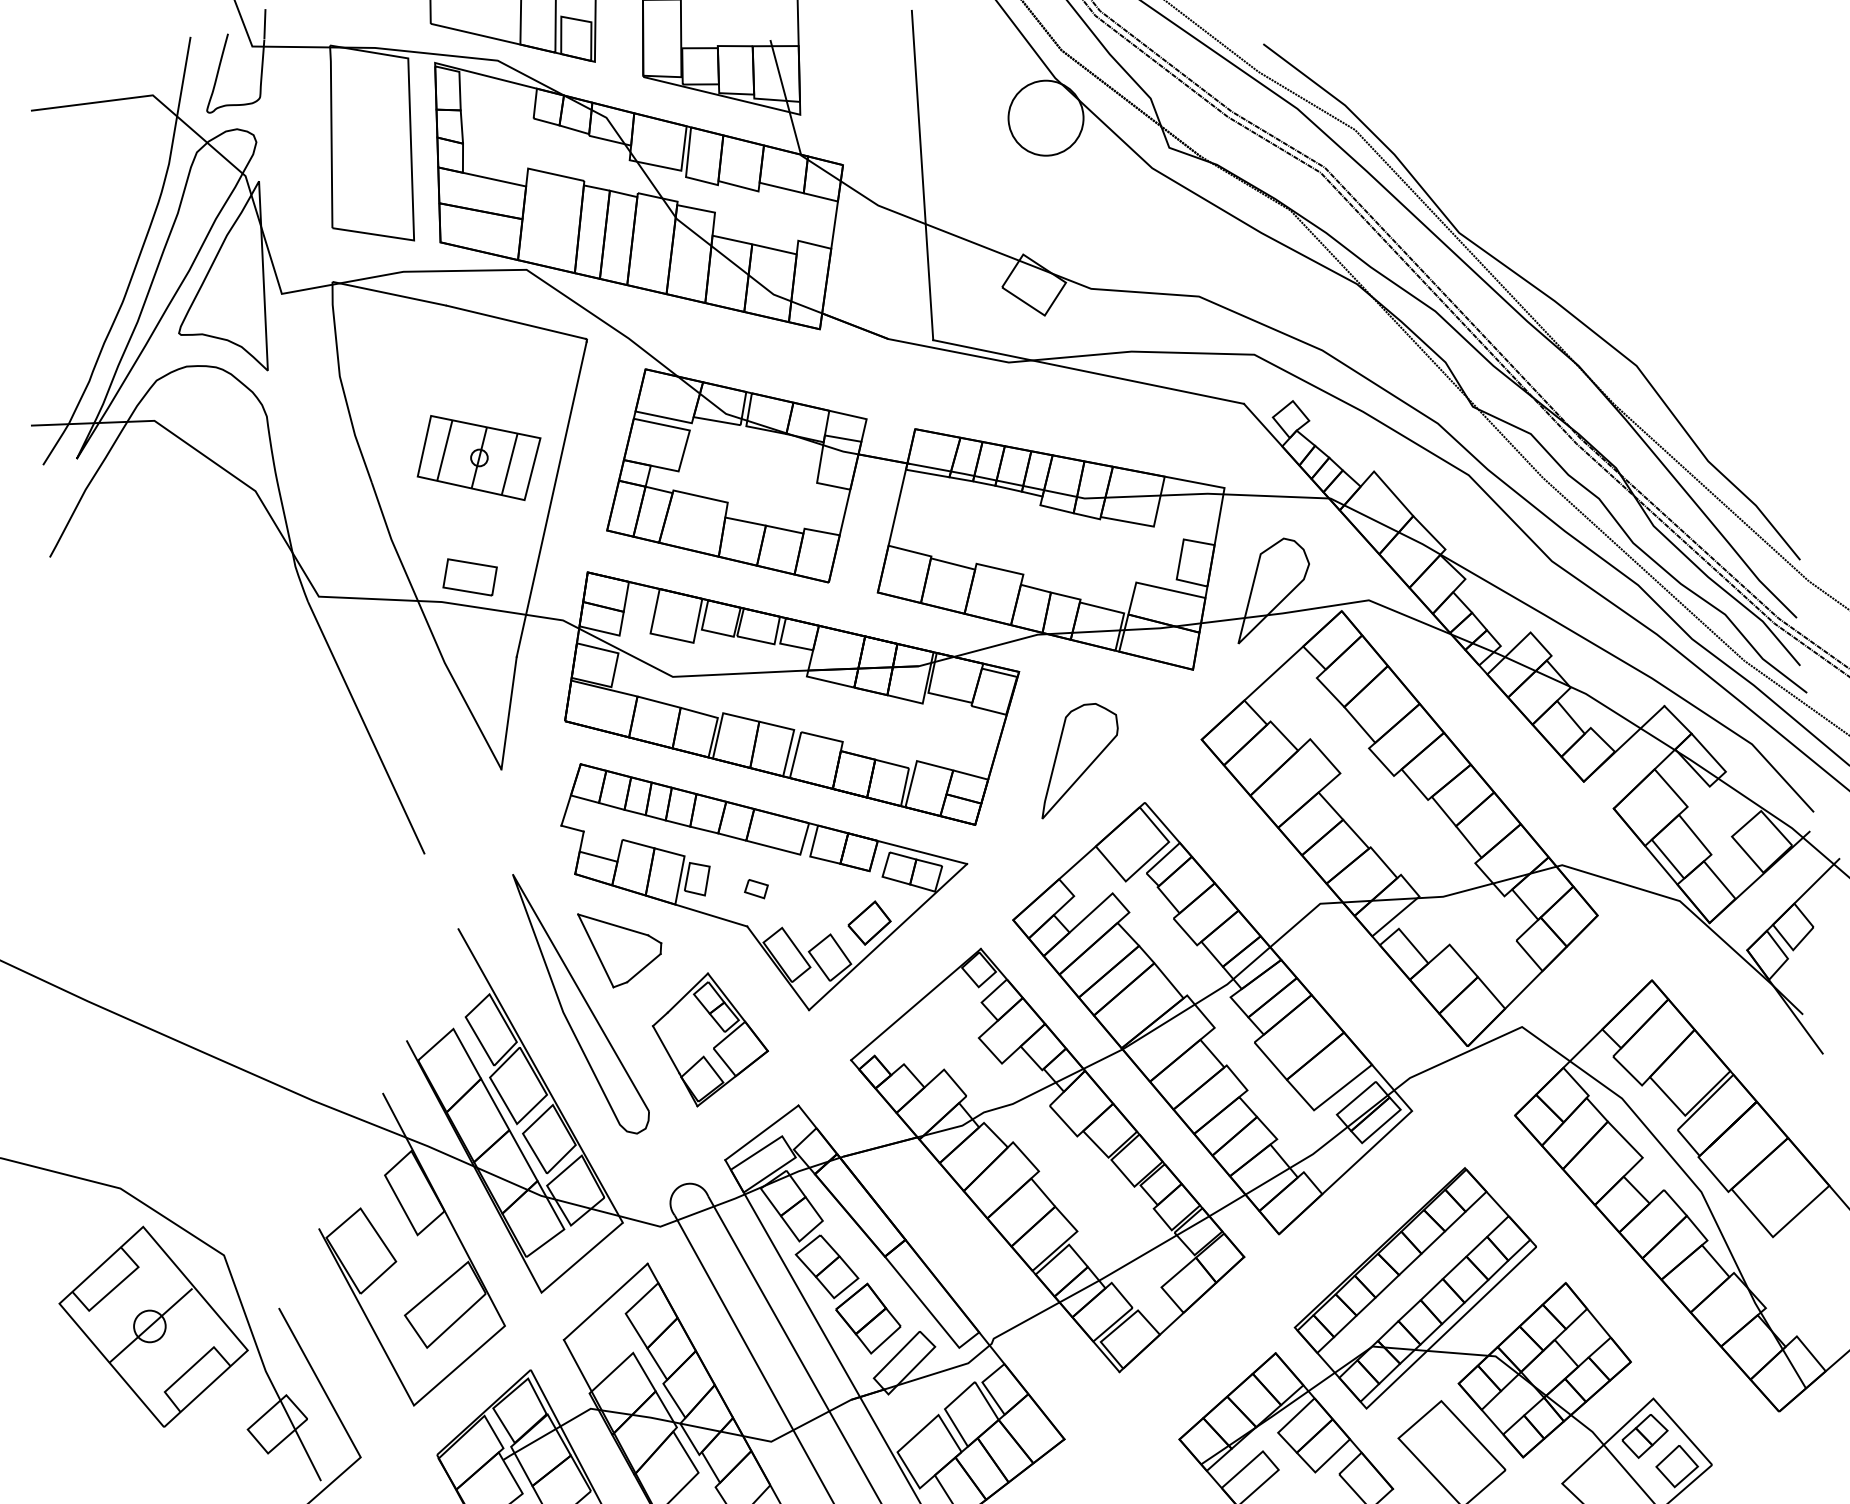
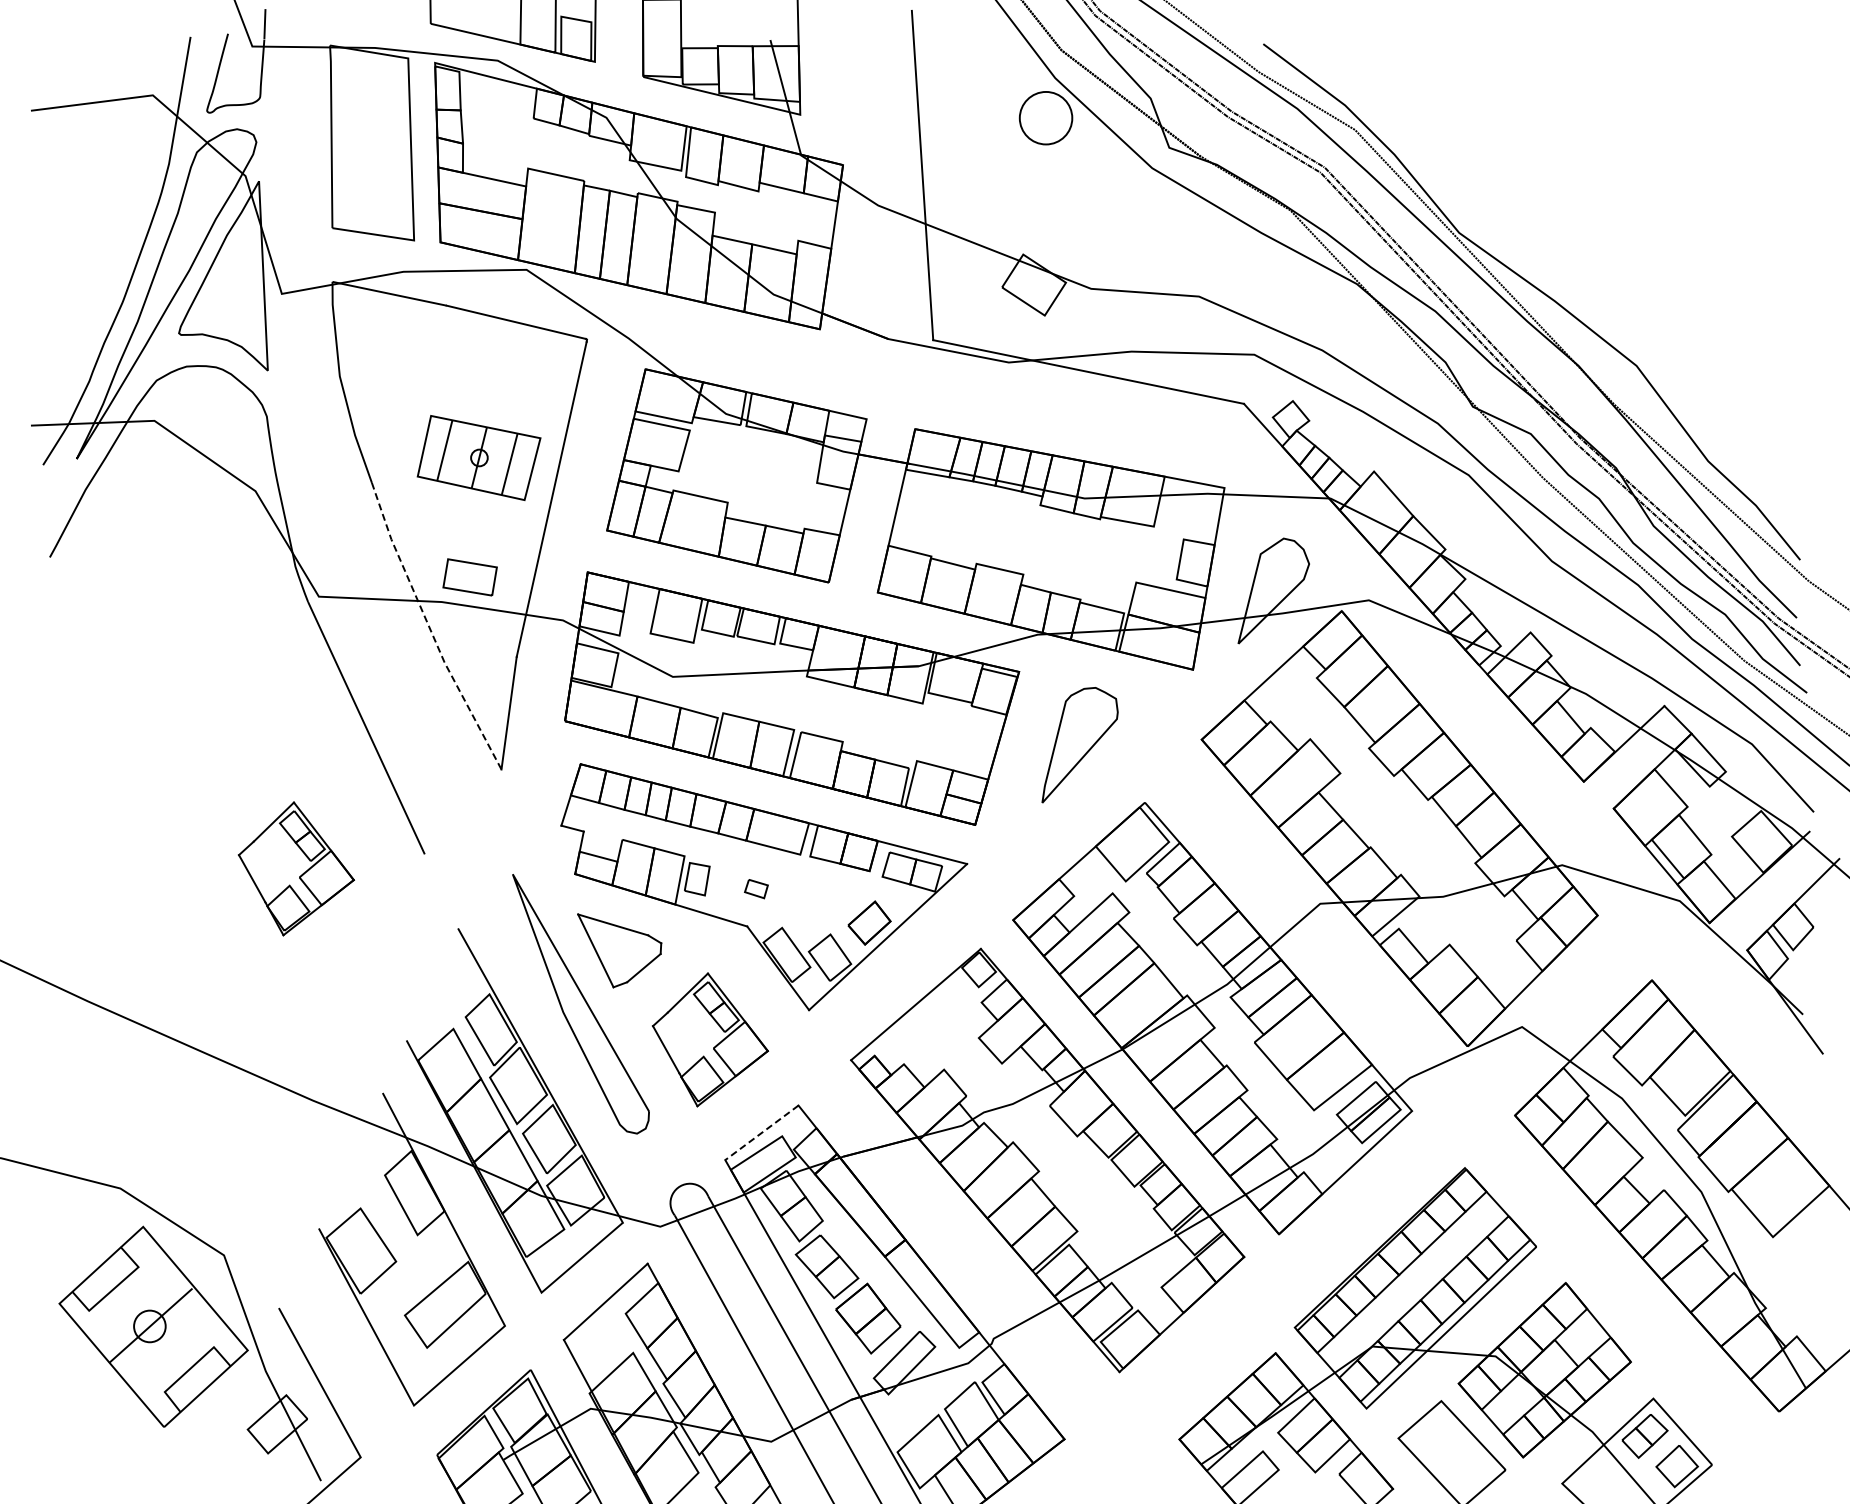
circle at (1045, 117) diameter: 75 px -> 52 px
line at (430, 629): solid -> dashed
part at (1079, 761) position: (1079, 761) -> (1079, 745)
part at (296, 868): none -> present
line at (761, 1132): solid -> dashed
